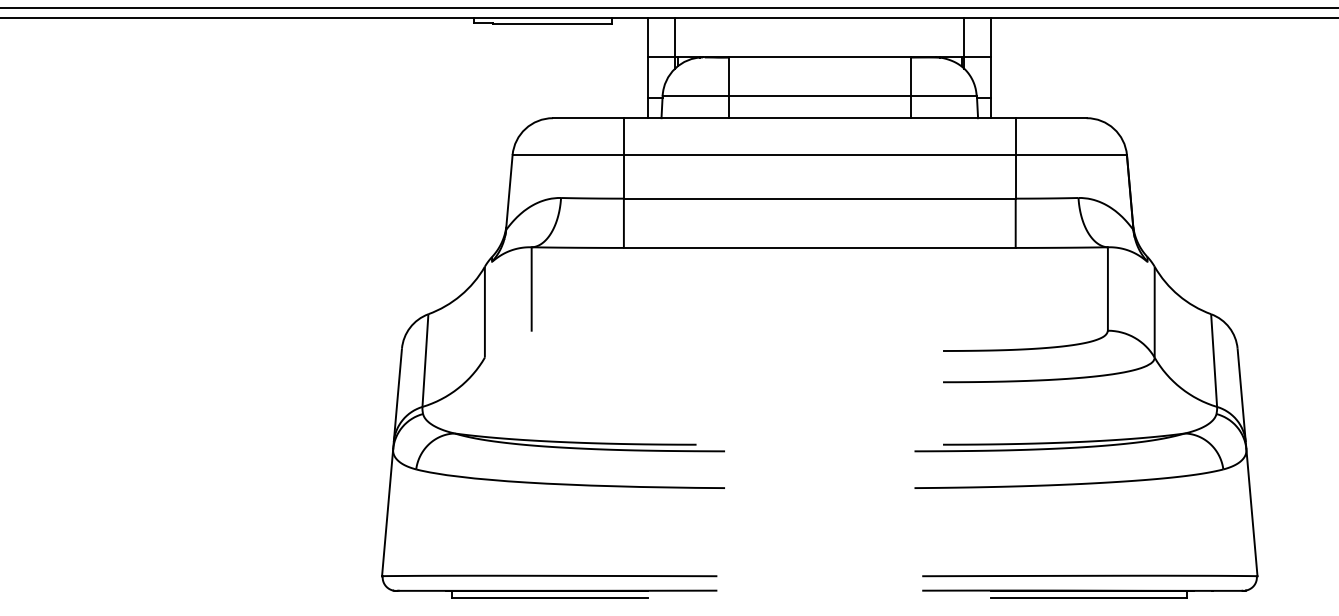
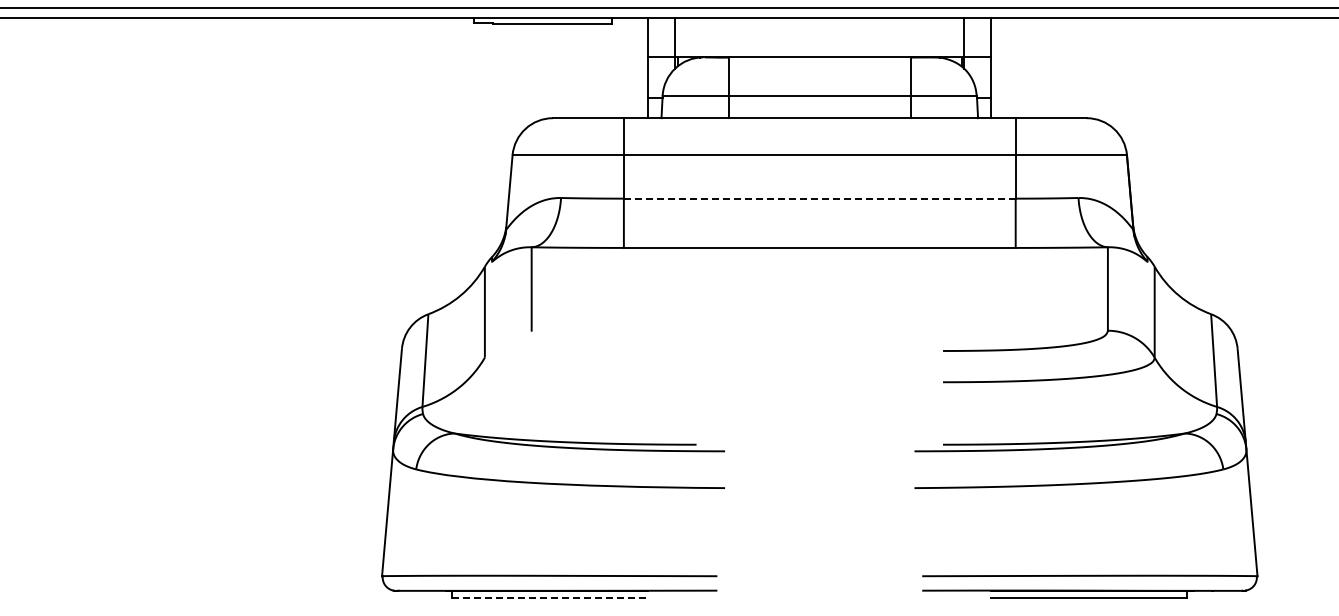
line at (819, 198): solid -> dashed
line at (550, 597): solid -> dashed
